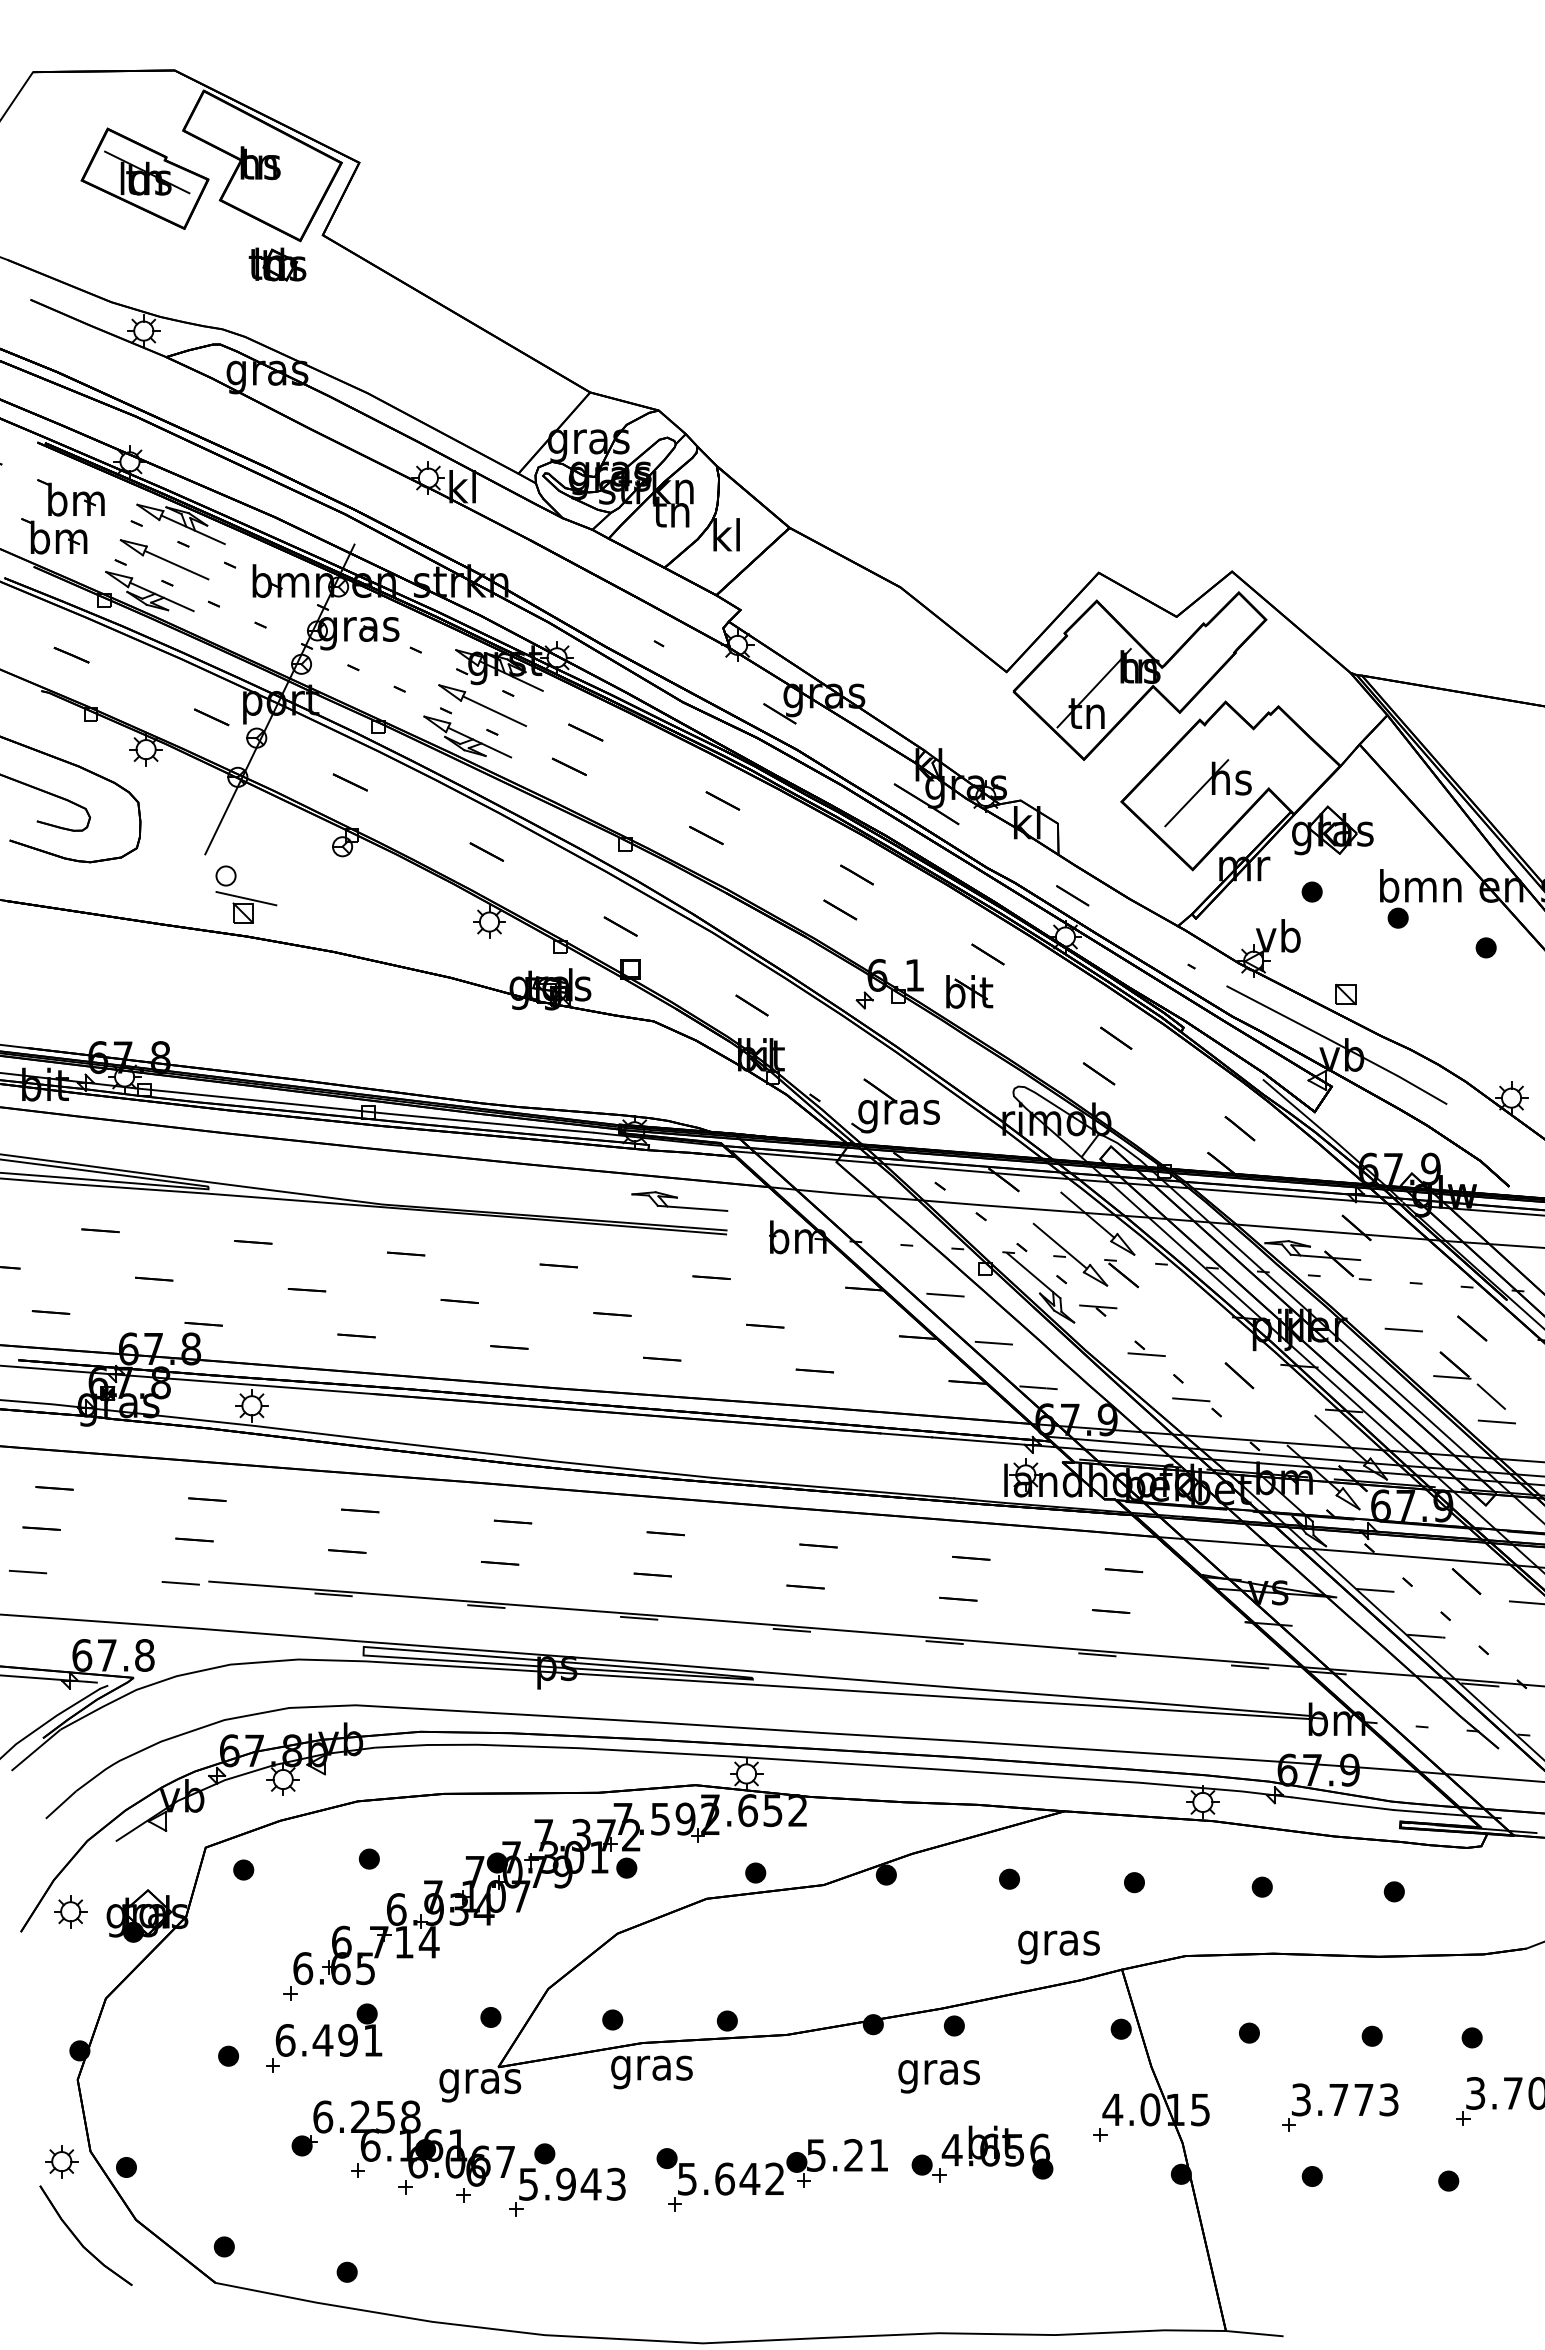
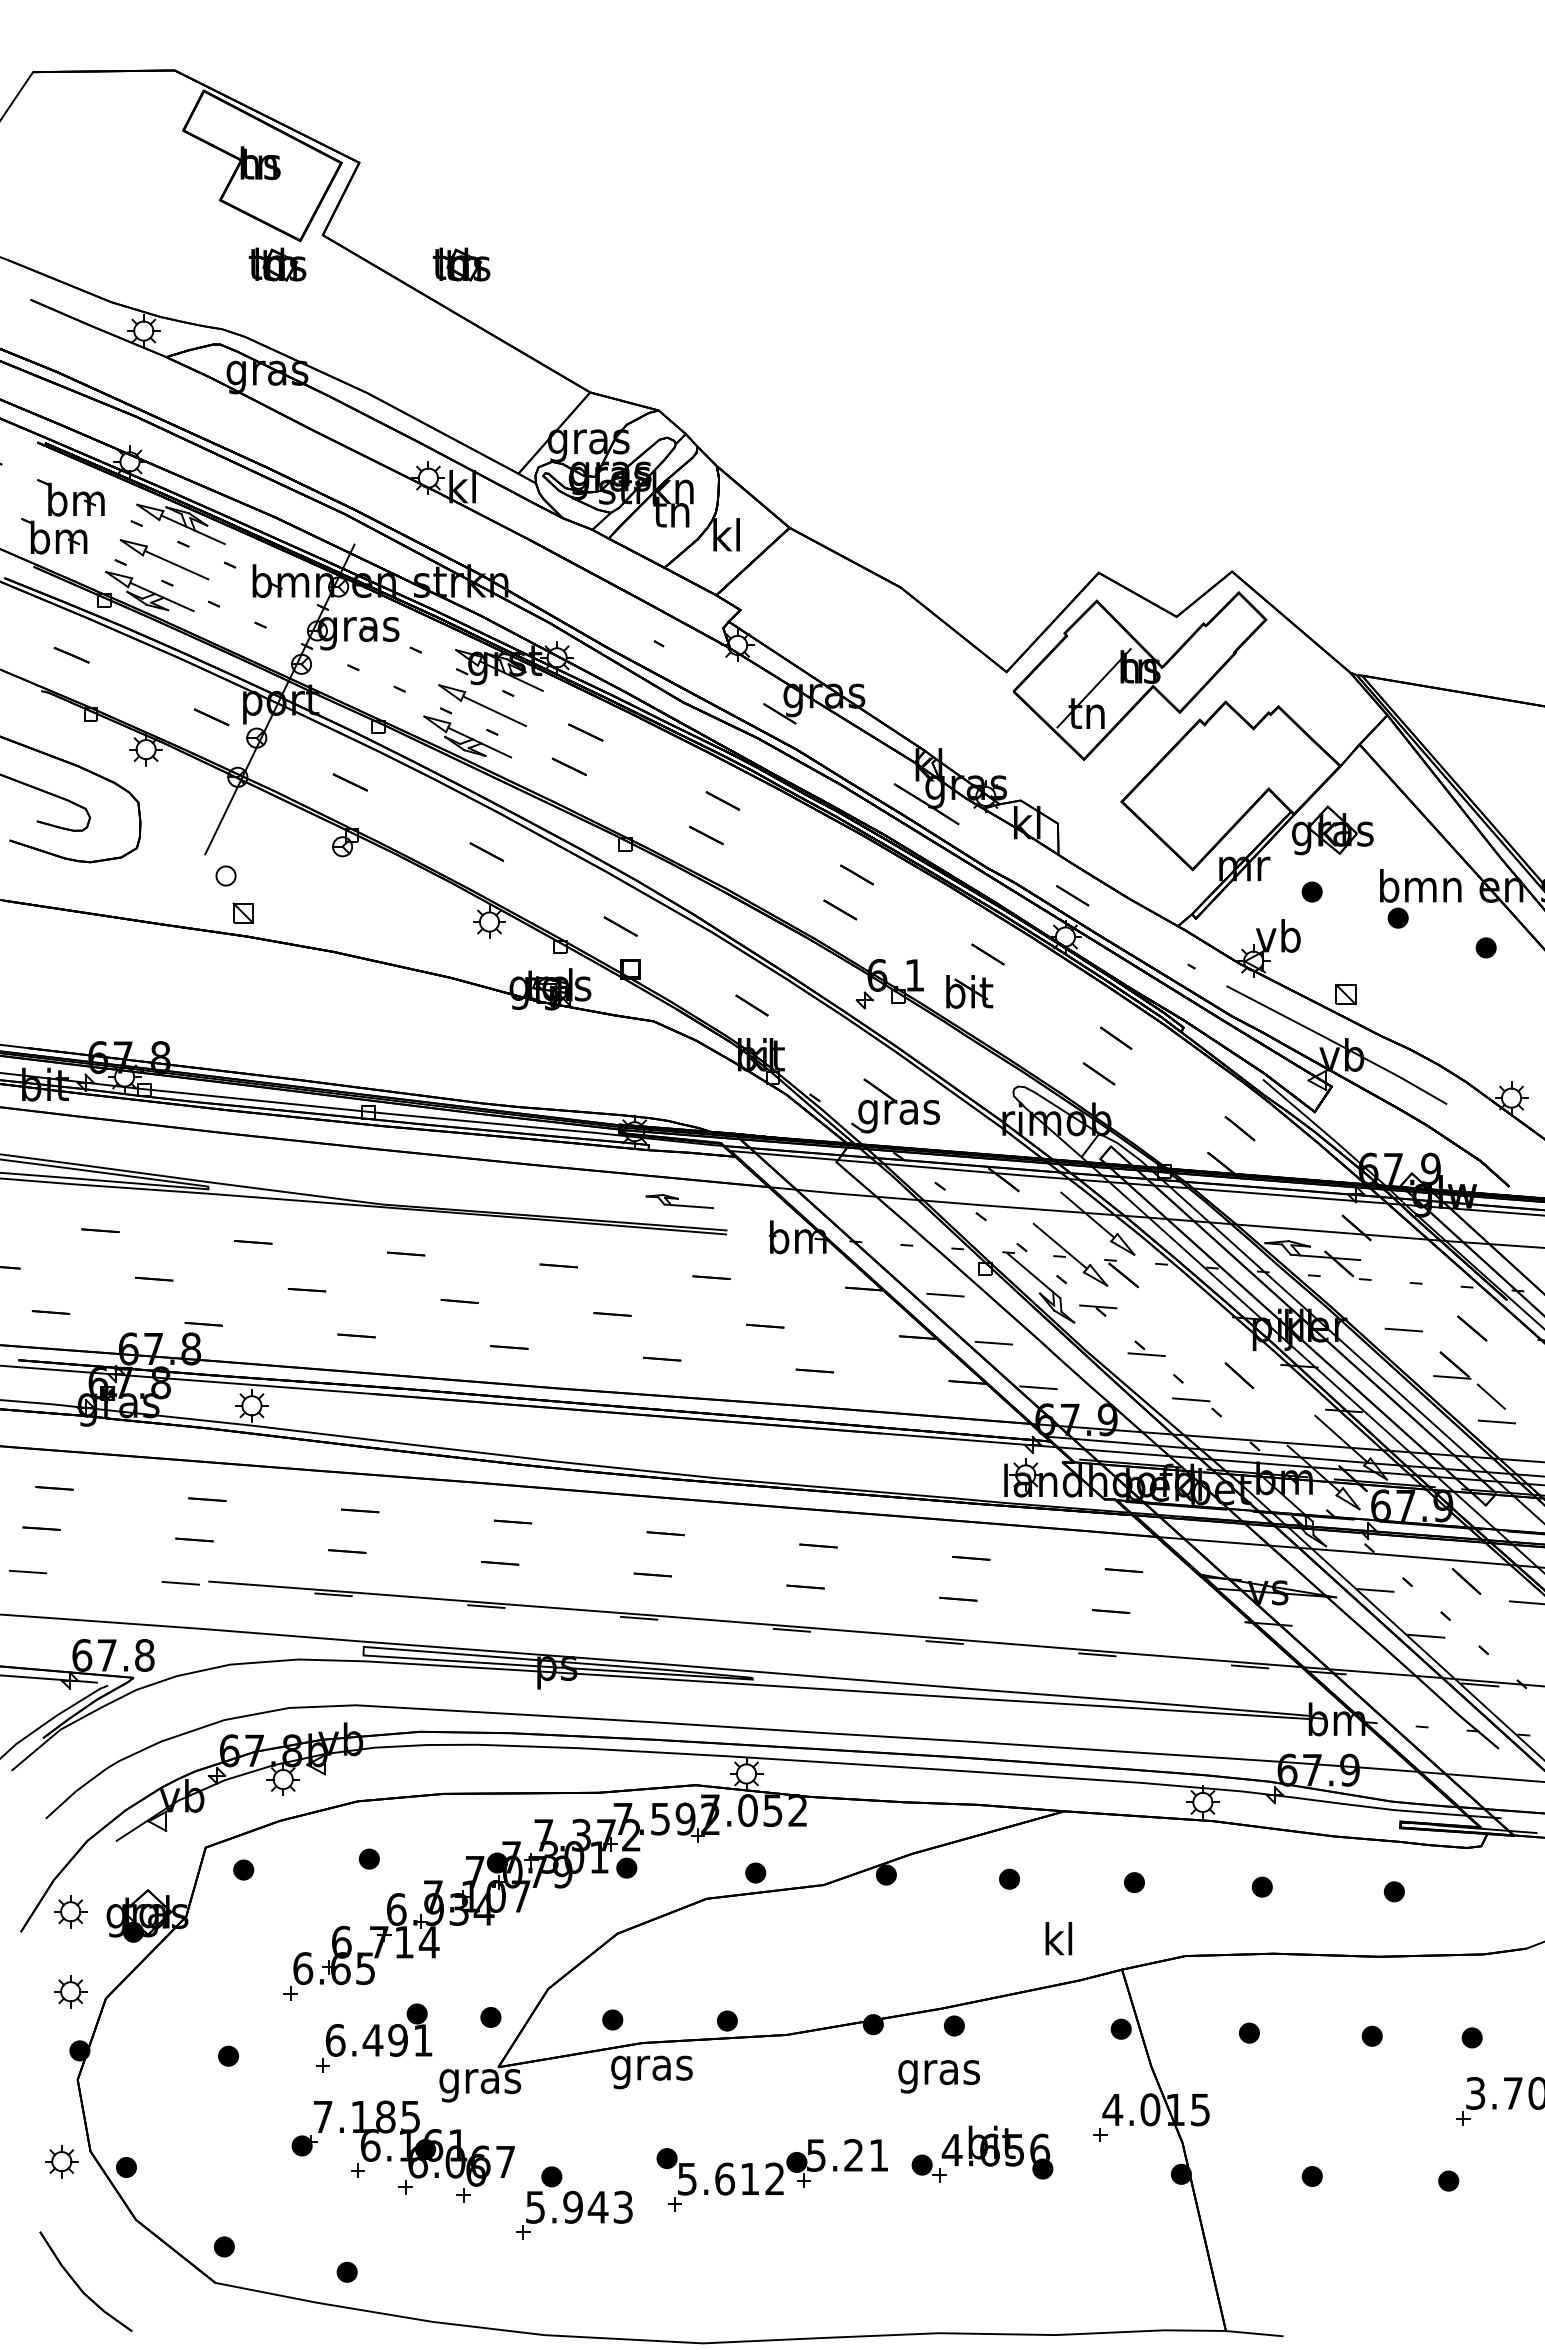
part at (144, 178): present -> none
part at (461, 264): none -> present
part at (1207, 793): present -> none
line at (246, 898): present -> none
part at (679, 1201) size: 98x21 px -> 69x15 px
text at (748, 1810): 7.652 -> 7.052
text at (1058, 1943): gras -> kl
part at (70, 1991): none -> present
part at (324, 2037) position: (324, 2037) -> (374, 2037)
part at (1340, 2107): present -> none
text at (366, 2116): 6.258 -> 7.185
text at (749, 2178): 5.642 -> 5.612
part at (567, 2179) position: (567, 2179) -> (574, 2202)
part at (78, 2238) position: (78, 2238) -> (78, 2284)
